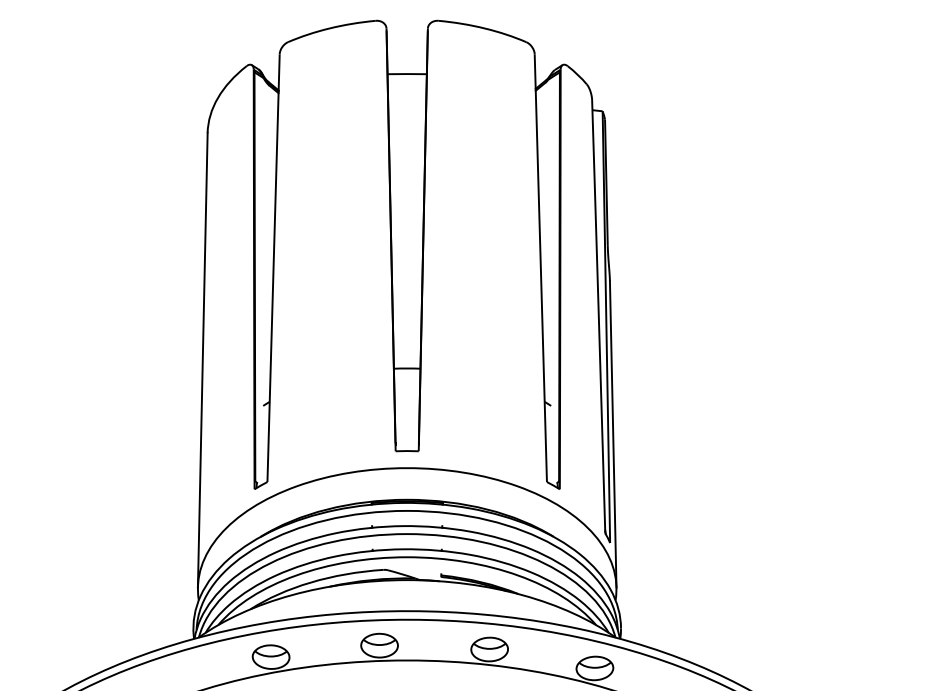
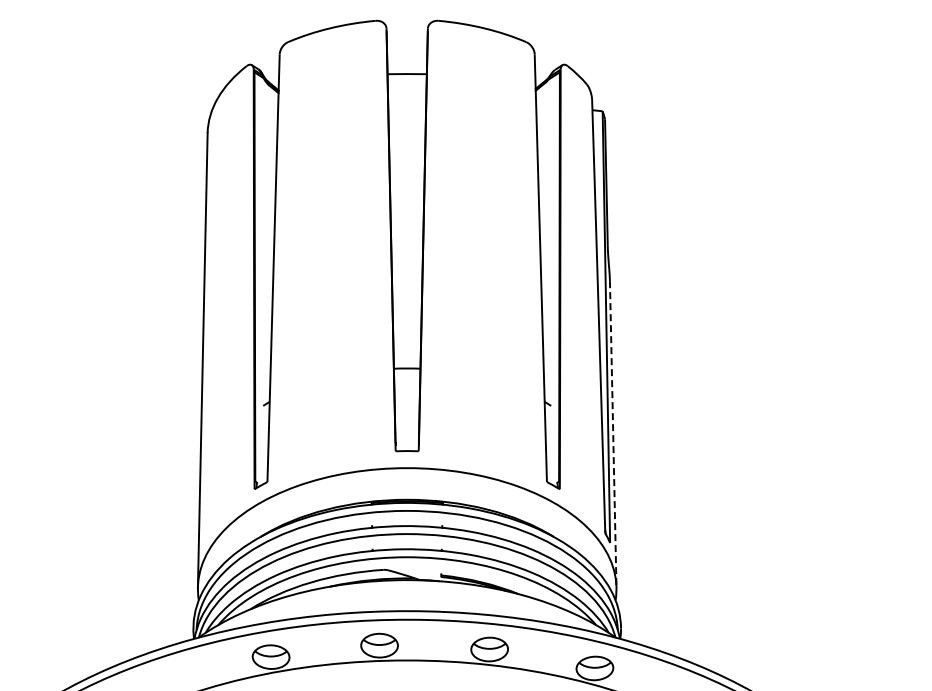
line at (613, 434): solid -> dashed
